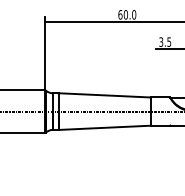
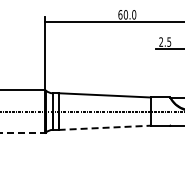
text at (161, 42): 3.5 -> 2.5
line at (105, 127): solid -> dashed
line at (22, 133): solid -> dashed
